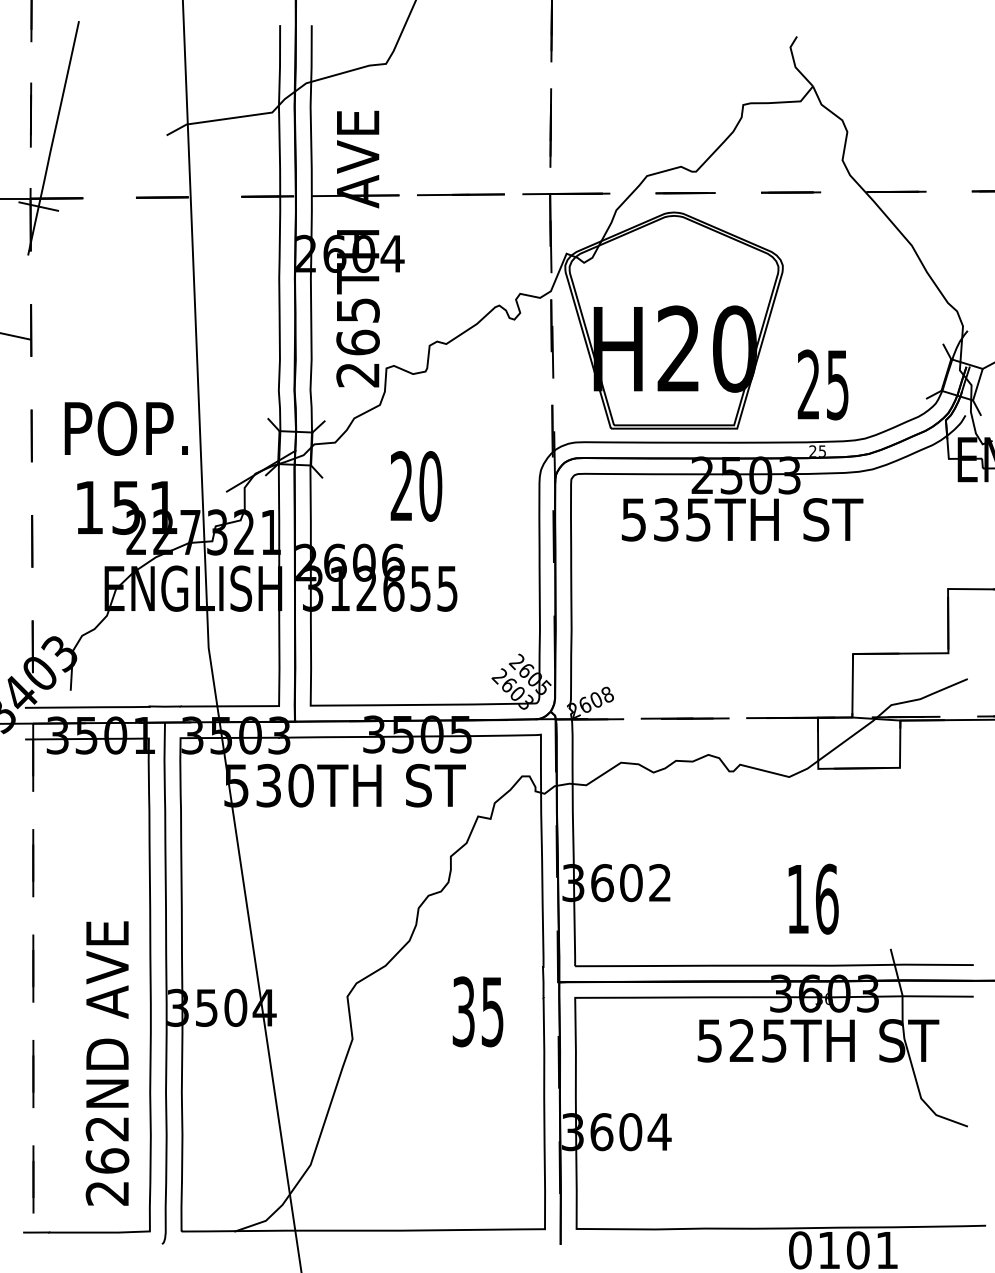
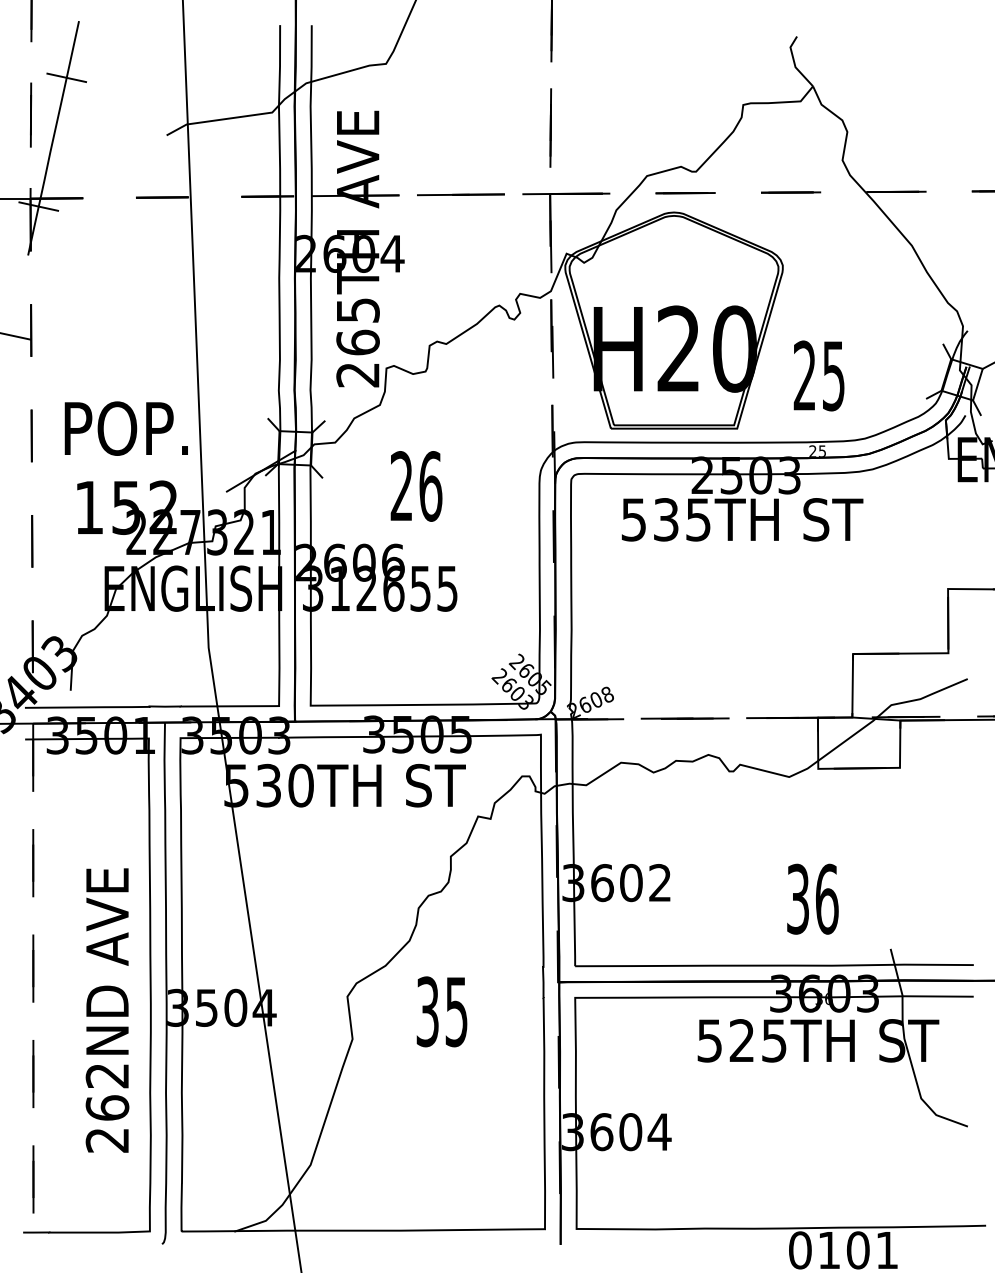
line at (66, 77): none -> present
text at (822, 384) position: (822, 384) -> (818, 375)
text at (430, 486): 20 -> 26
text at (163, 506): 151 -> 152
text at (797, 898): 16 -> 36
text at (477, 1011) position: (477, 1011) -> (441, 1011)
text at (107, 1063) position: (107, 1063) -> (107, 1010)
